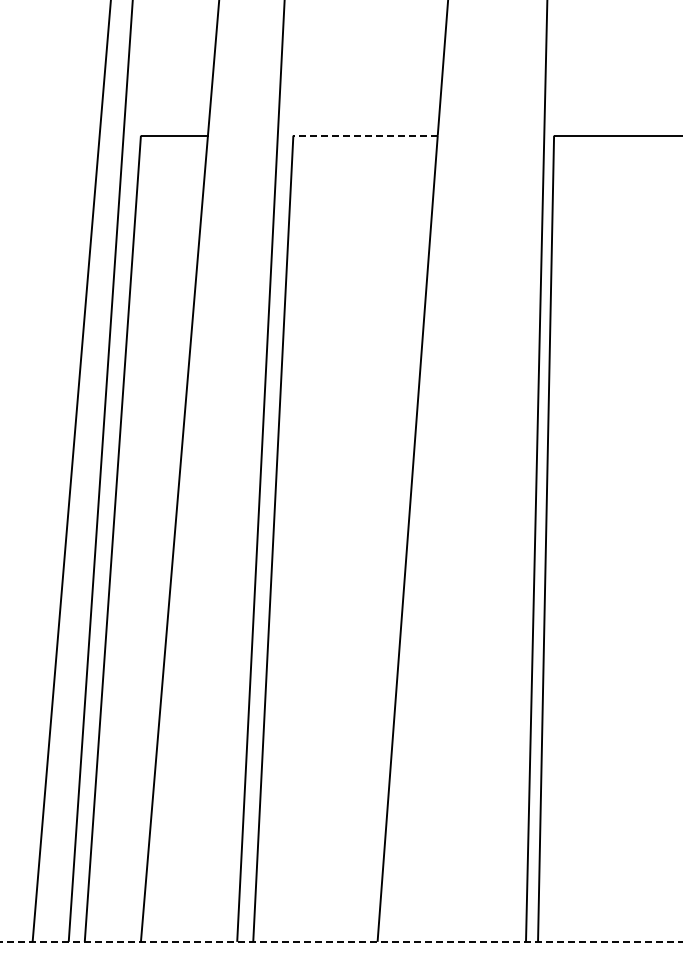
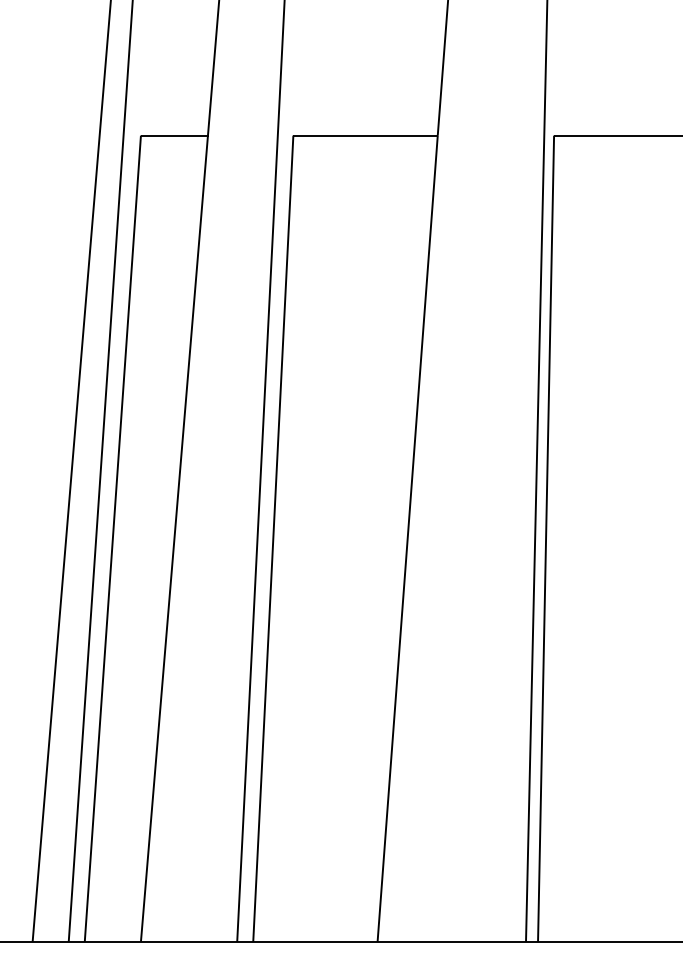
line at (365, 135): dashed -> solid
line at (341, 941): dashed -> solid
